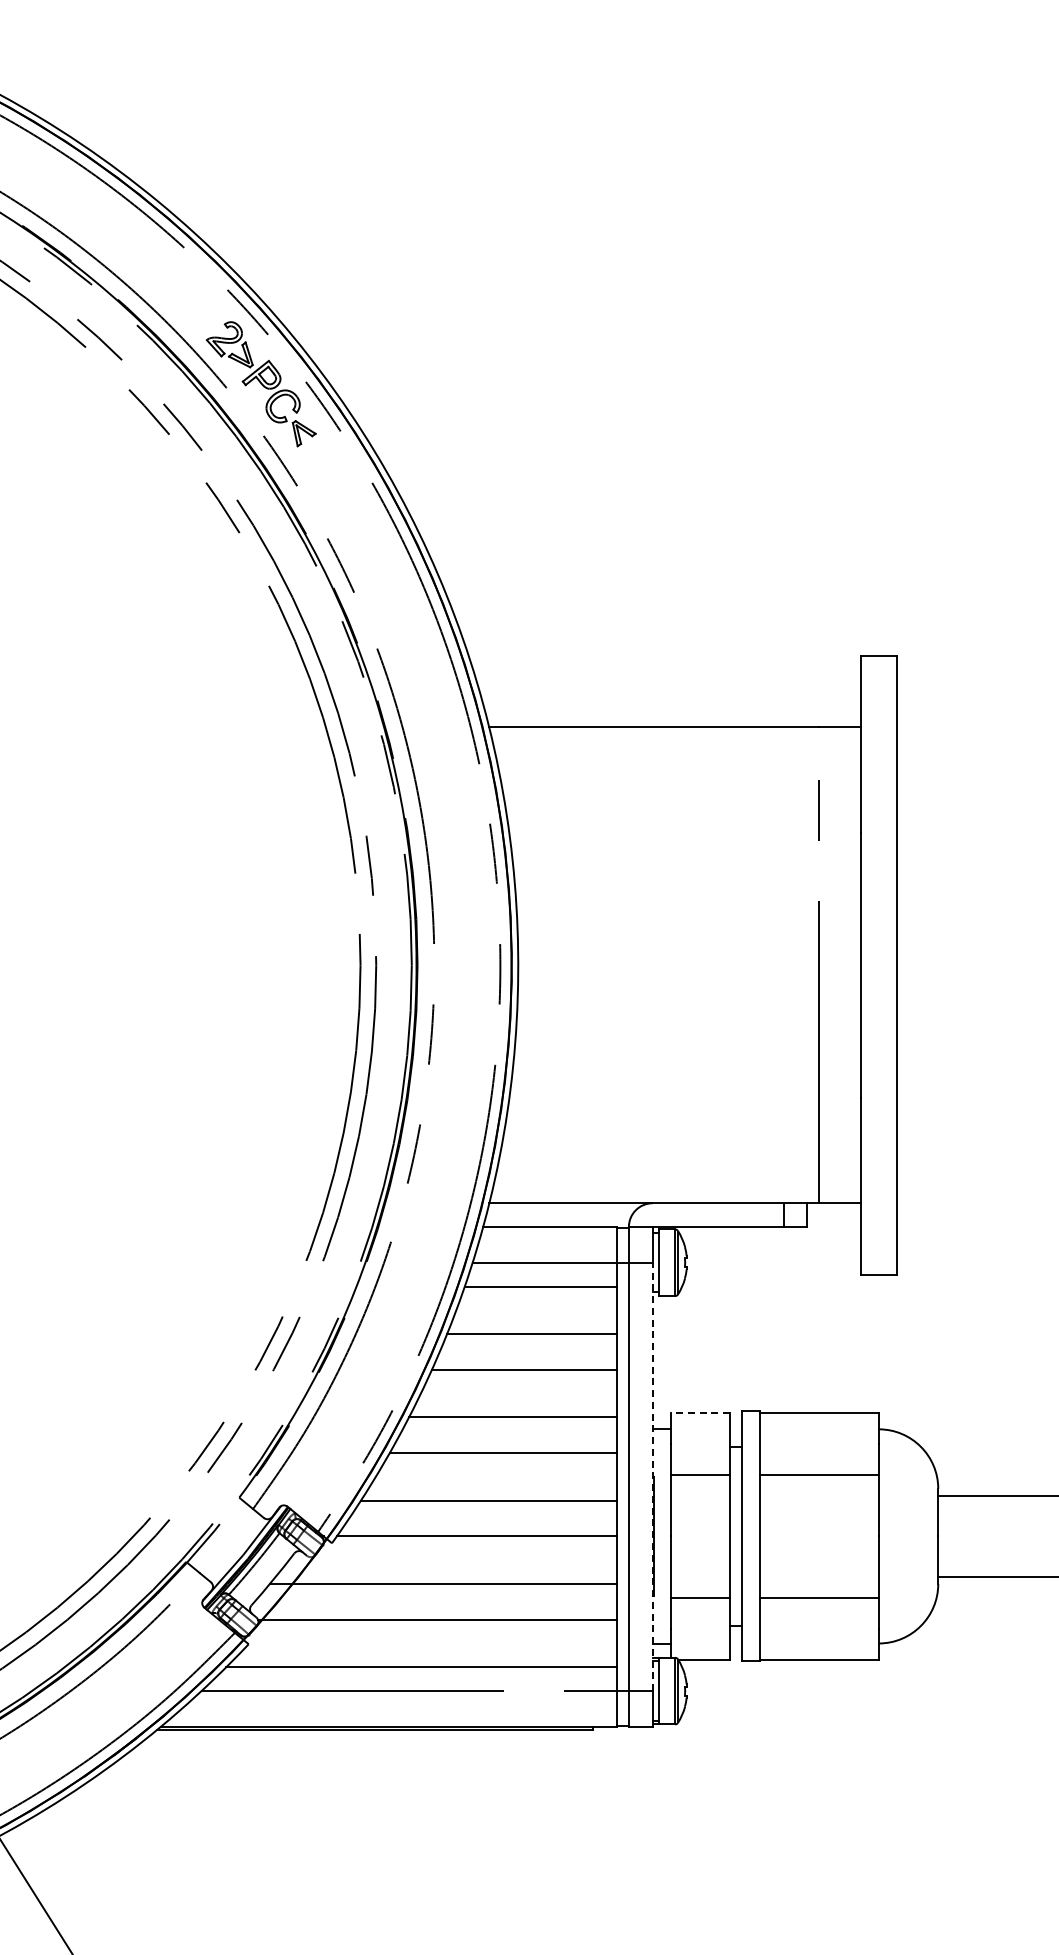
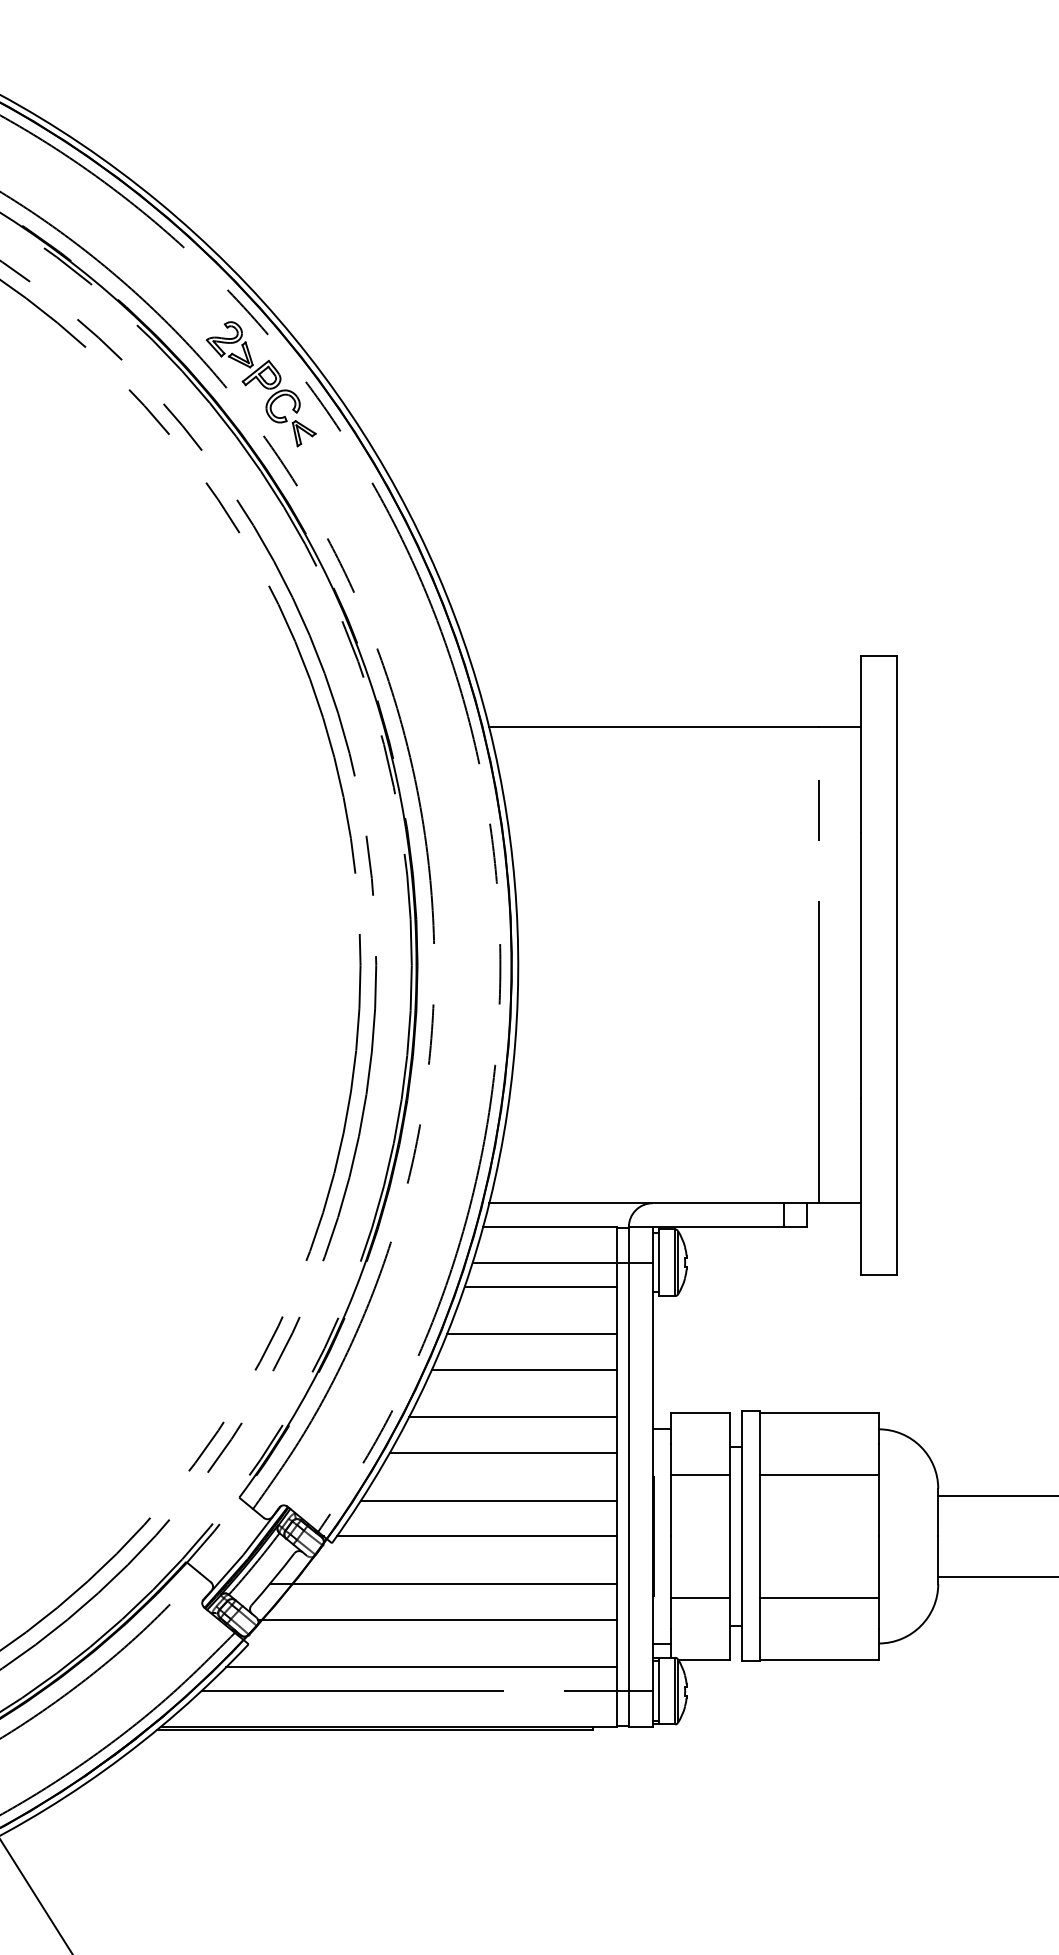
line at (700, 1412): dashed -> solid
line at (652, 1476): dashed -> solid
